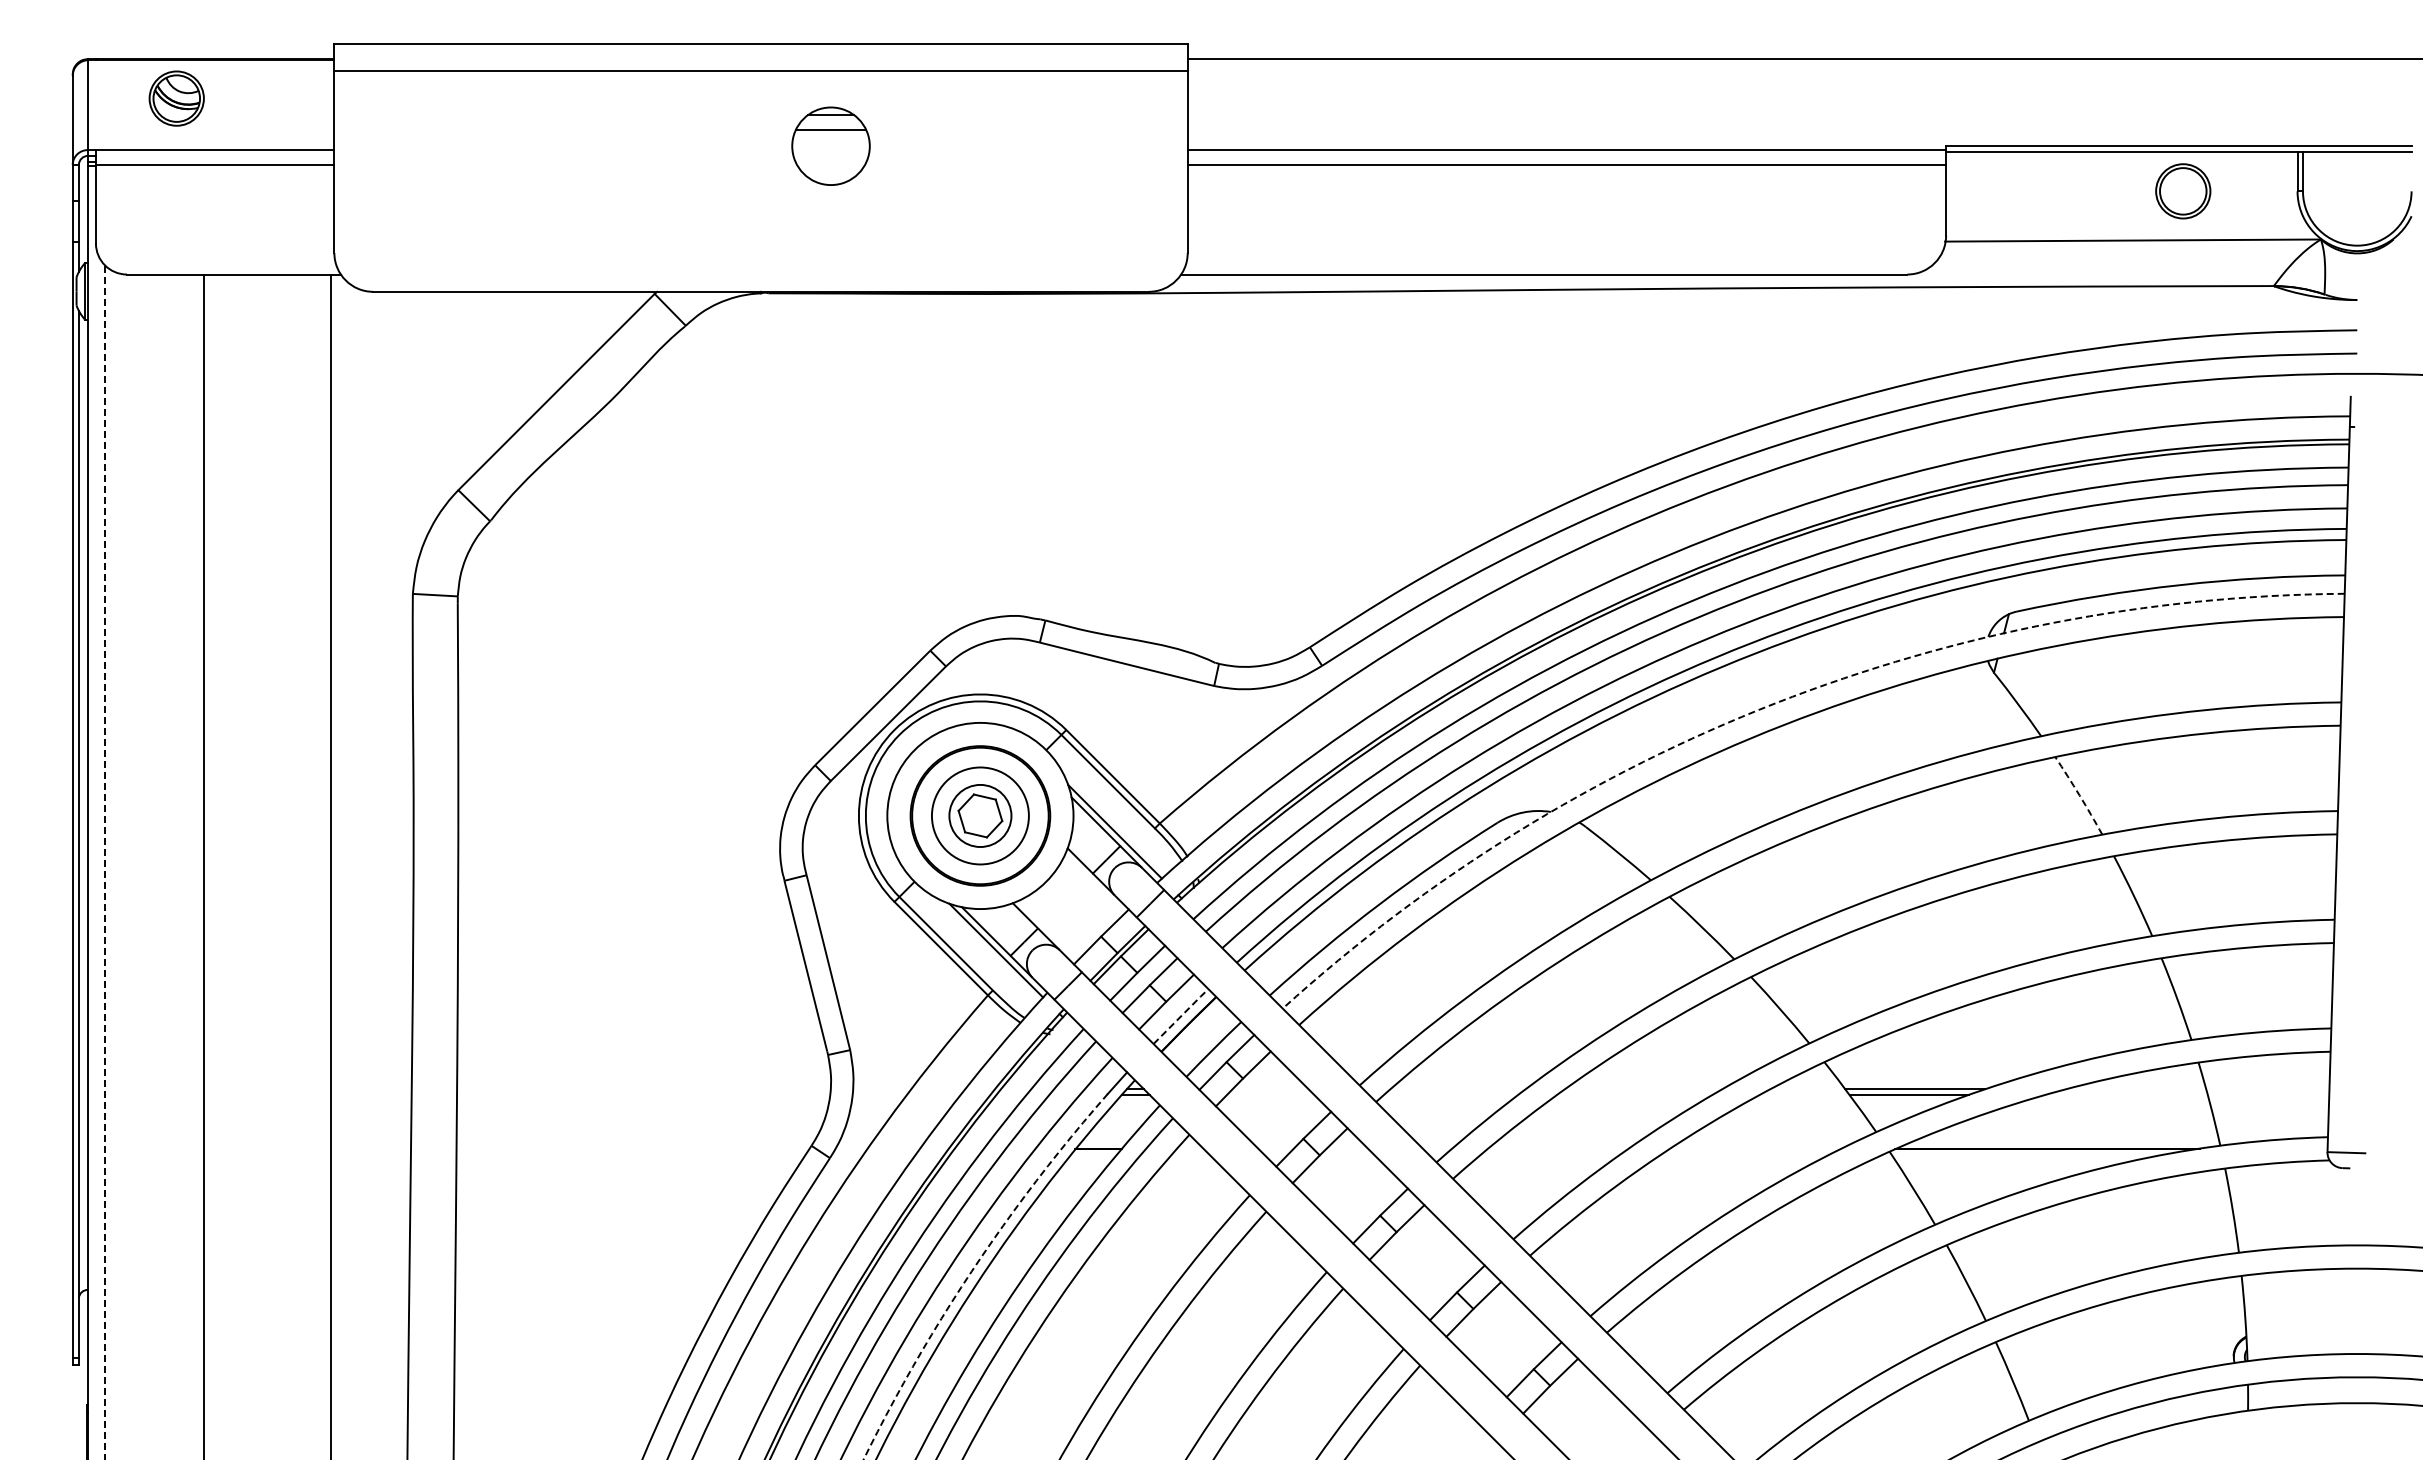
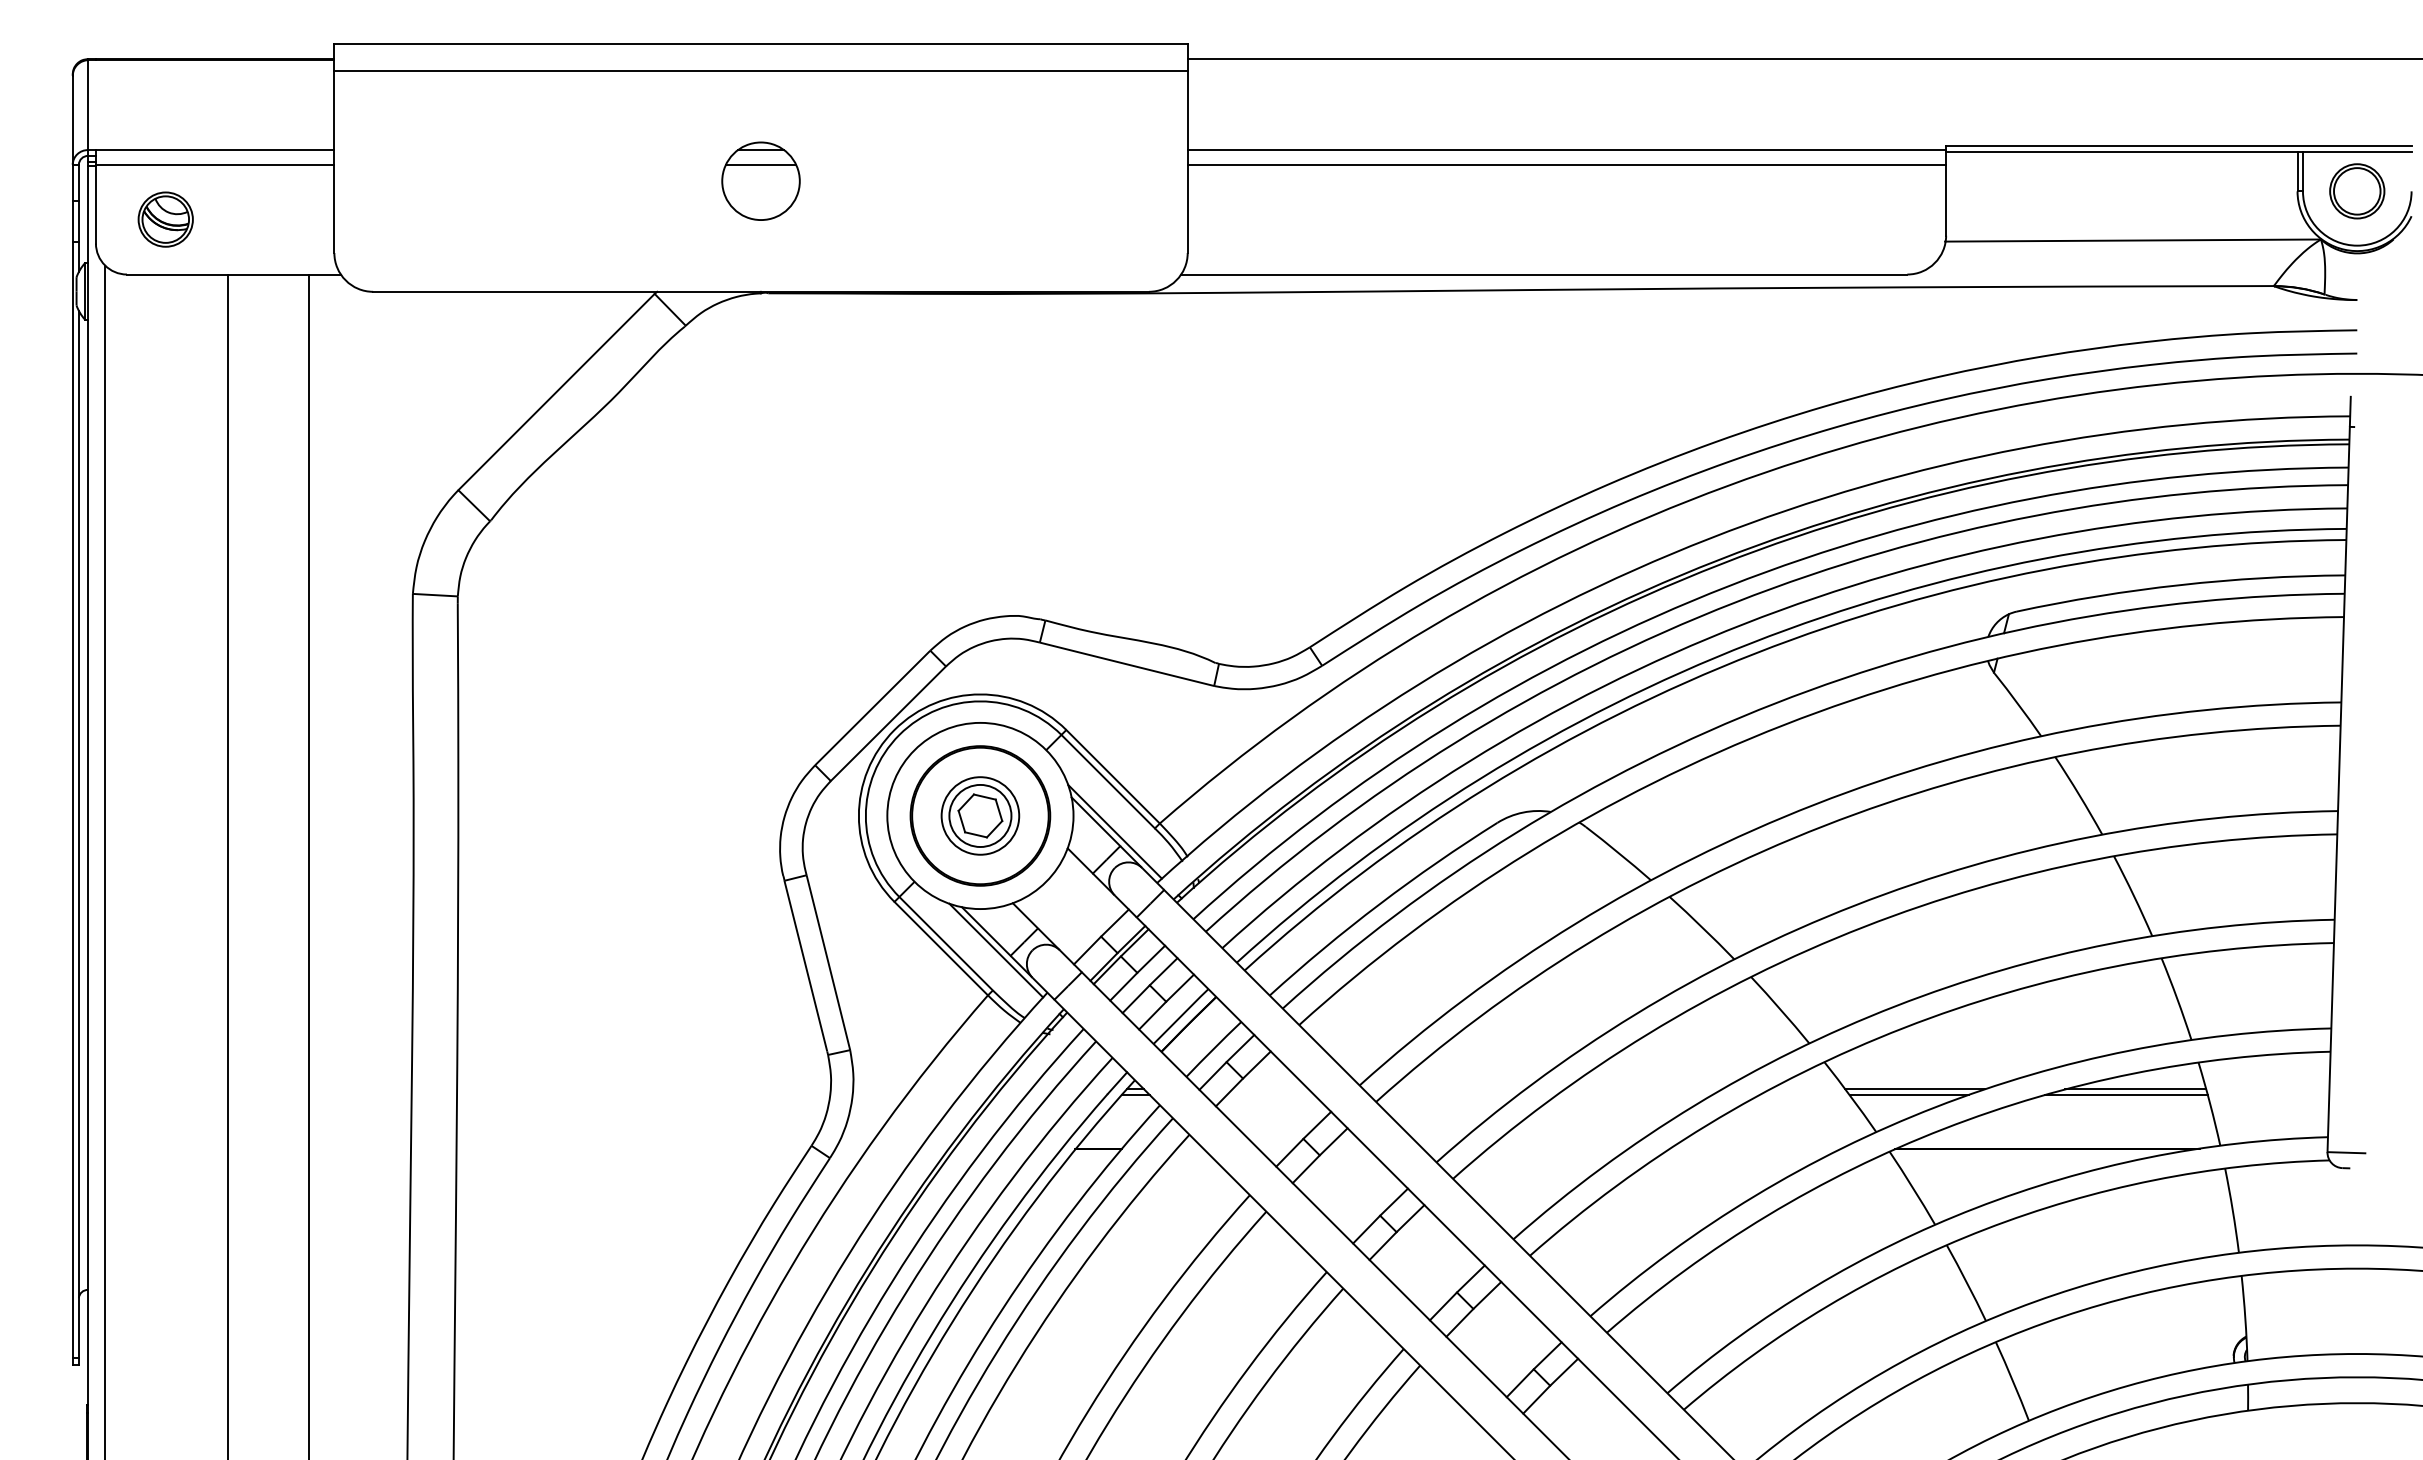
part at (176, 98) position: (176, 98) -> (165, 219)
part at (830, 145) position: (830, 145) -> (760, 180)
part at (2183, 191) position: (2183, 191) -> (2357, 191)
arc at (1775, 703): dashed -> solid
arc at (2079, 795): dashed -> solid
circle at (979, 815) diameter: 97 px -> 78 px
line at (105, 862): dashed -> solid
line at (203, 865) position: (203, 865) -> (227, 865)
line at (331, 865) position: (331, 865) -> (309, 865)
line at (1181, 1015): dashed -> solid
line at (2135, 1089): none -> present
line at (2126, 1094): none -> present
arc at (972, 1270): dashed -> solid
